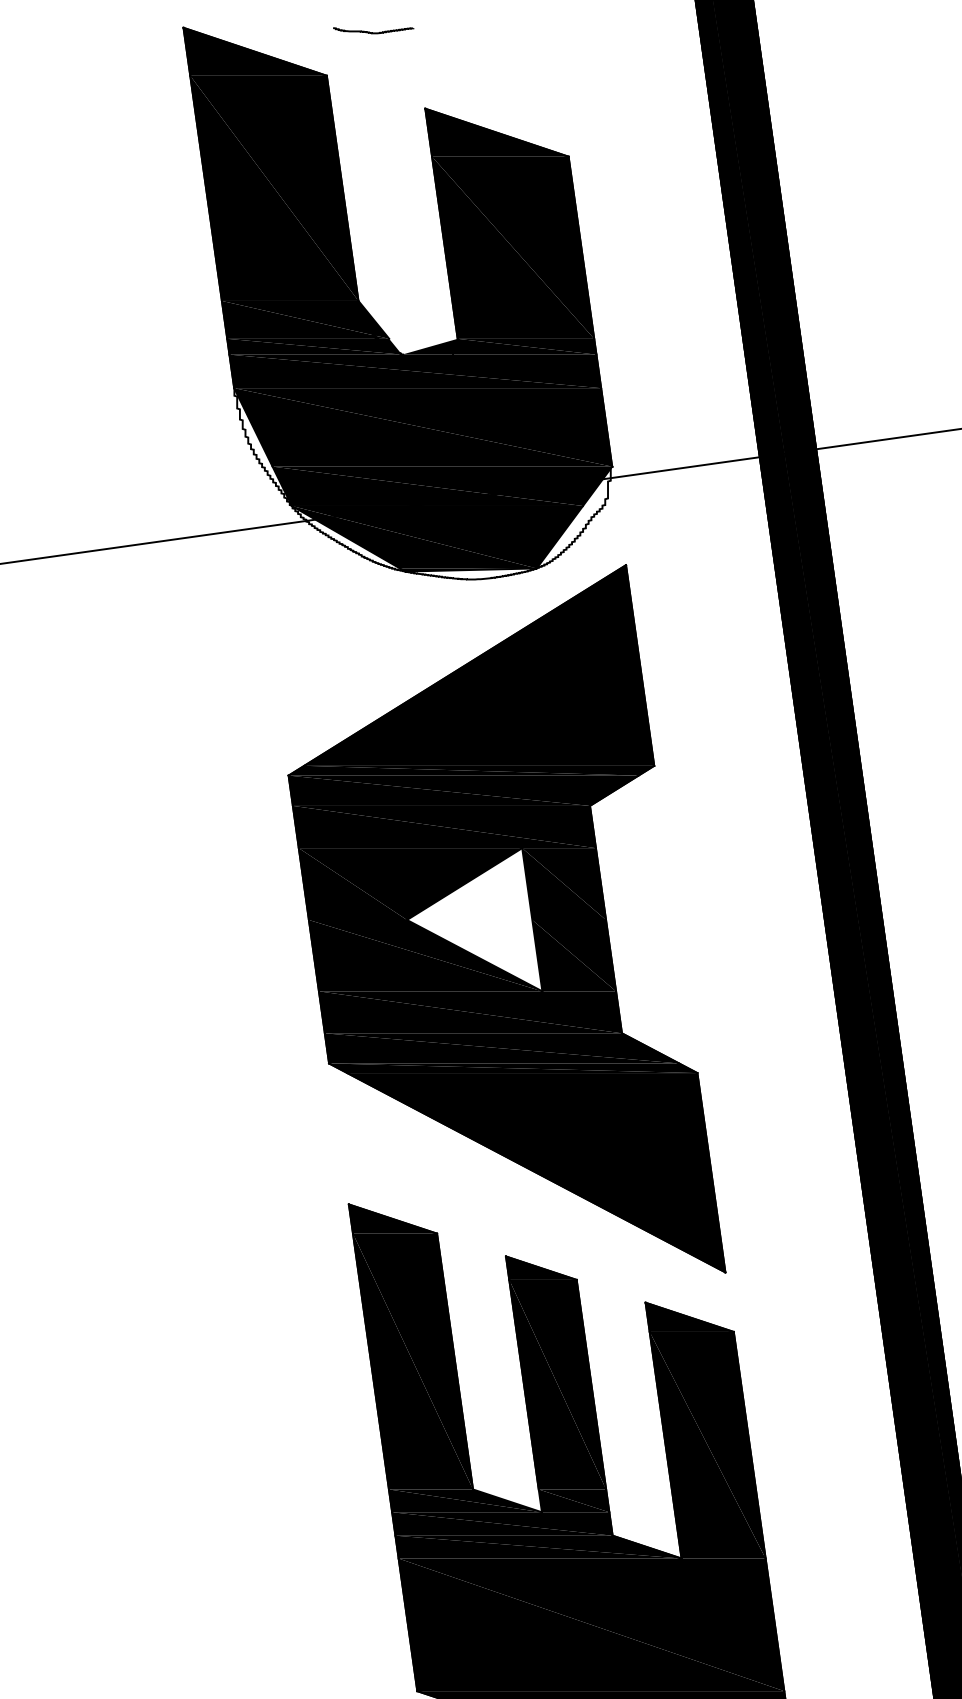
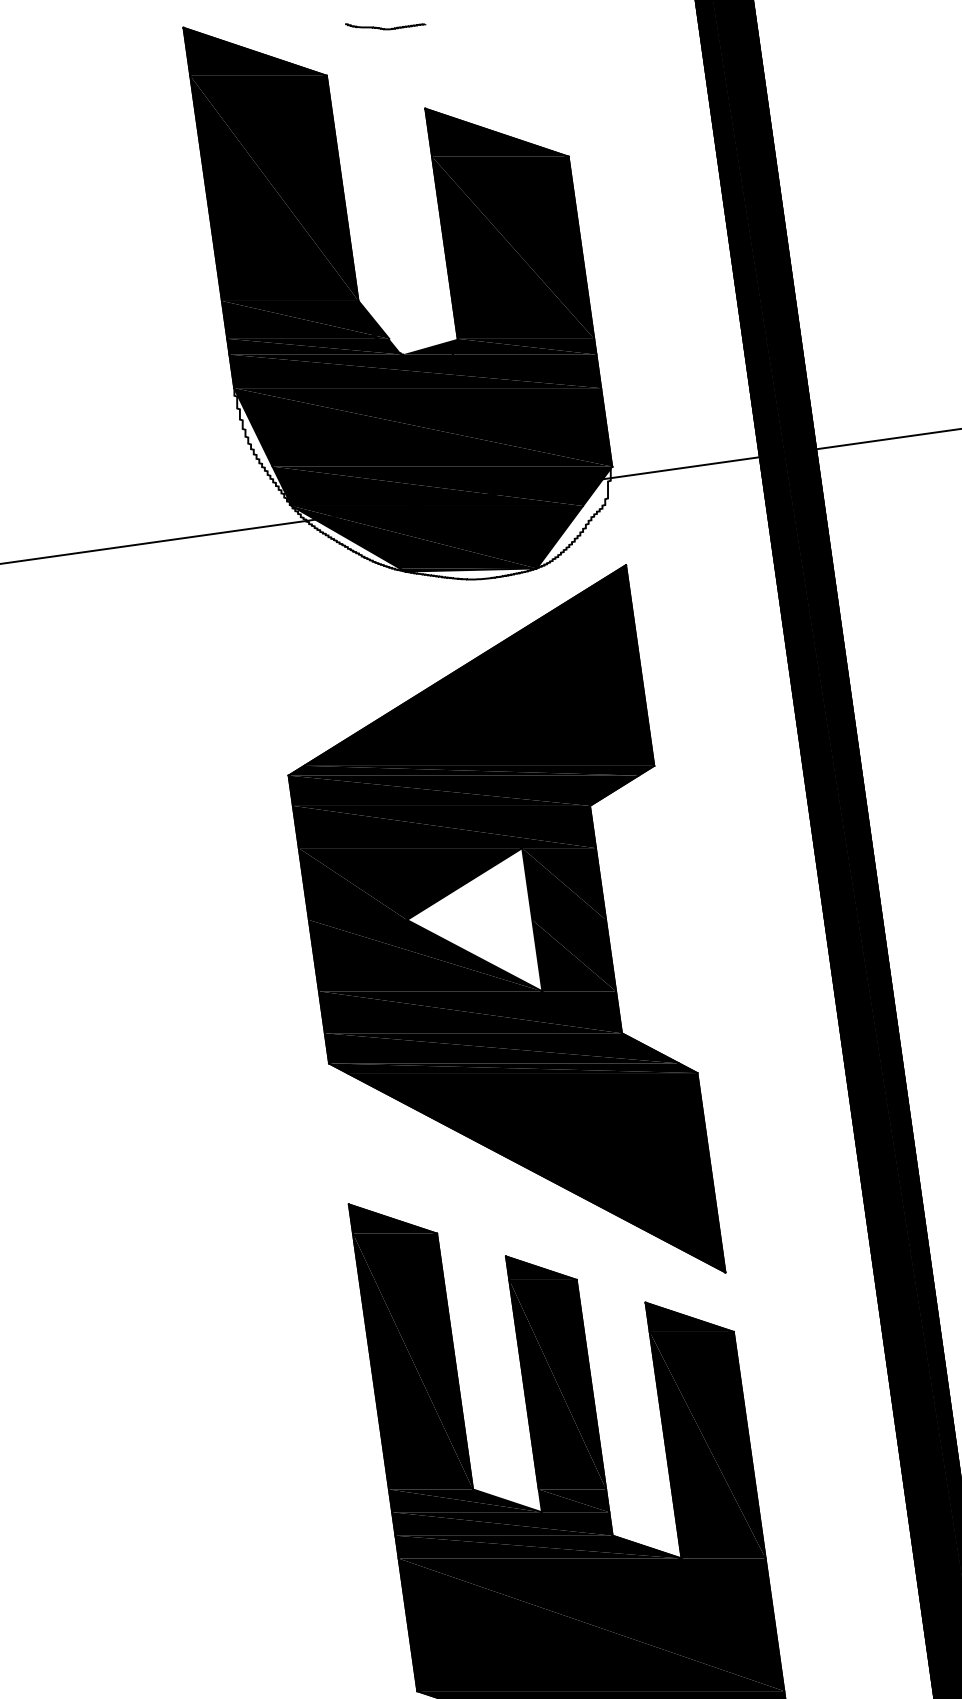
curve at (373, 32) position: (373, 32) -> (385, 28)
